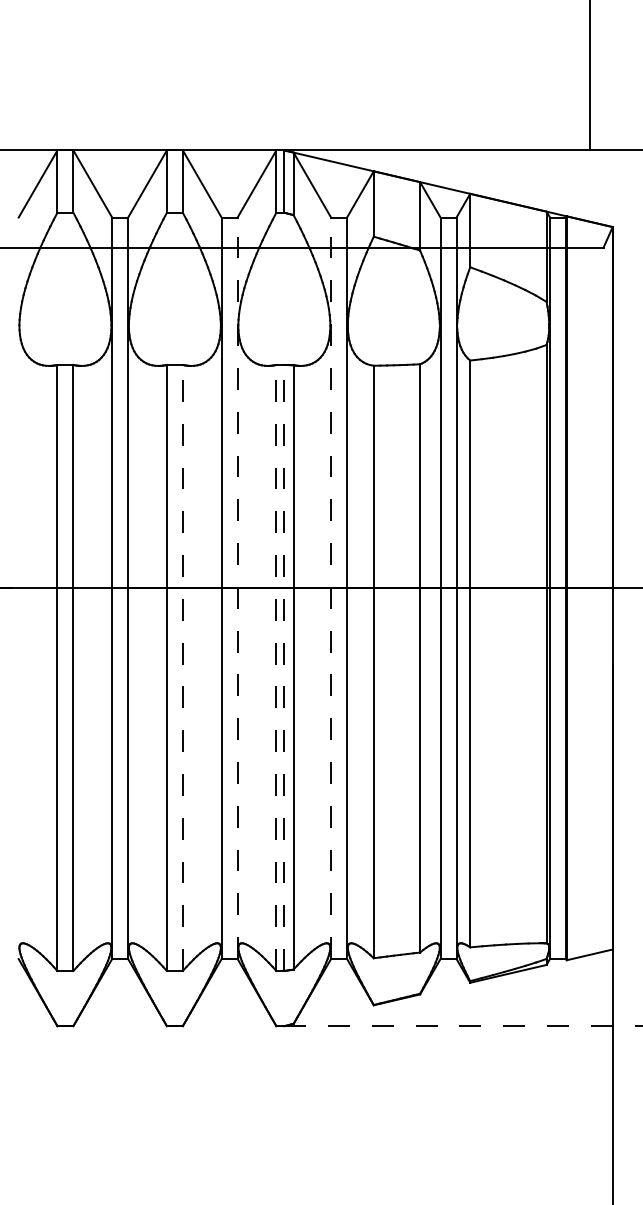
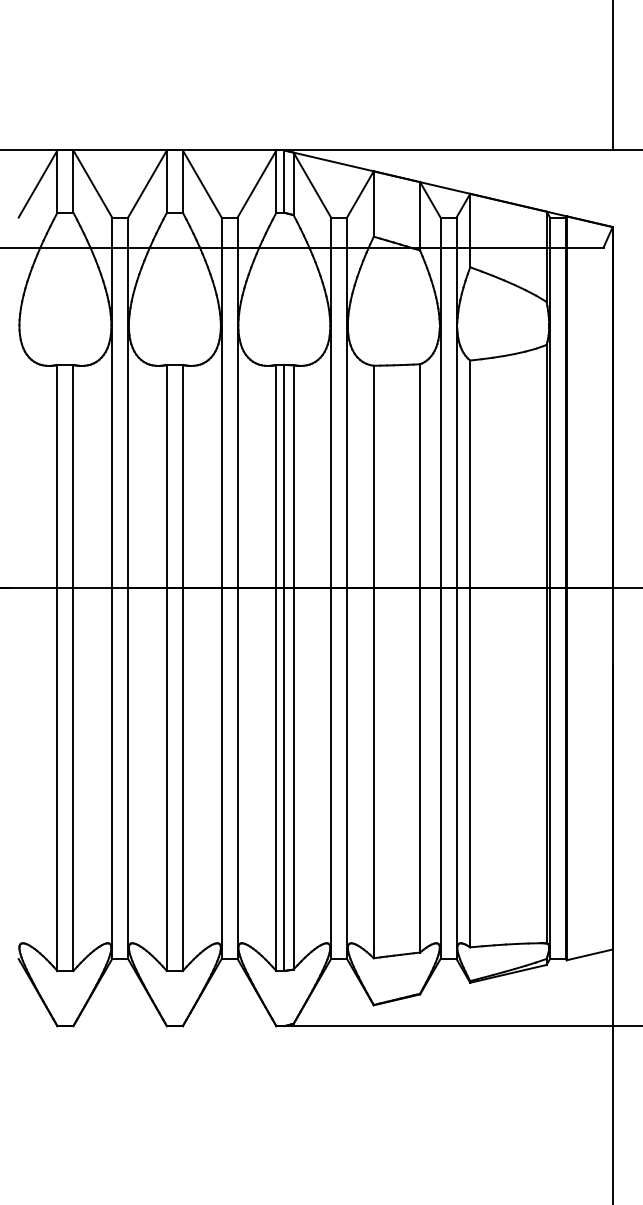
line at (589, 76) position: (589, 76) -> (612, 76)
line at (237, 588): dashed -> solid
line at (331, 588): dashed -> solid
line at (182, 667): dashed -> solid
line at (276, 667): dashed -> solid
line at (284, 667): dashed -> solid
line at (463, 1026): dashed -> solid
